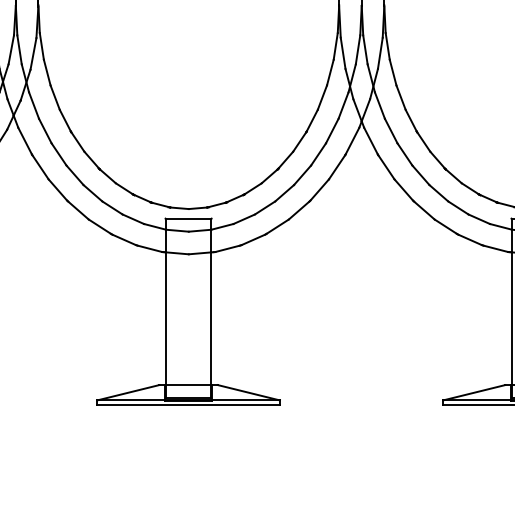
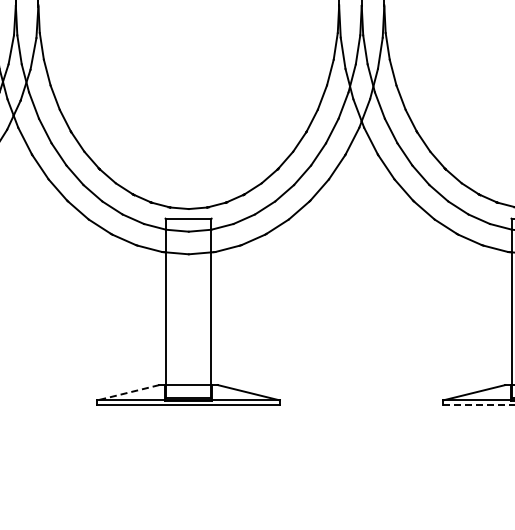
line at (127, 392): solid -> dashed
line at (479, 404): solid -> dashed
